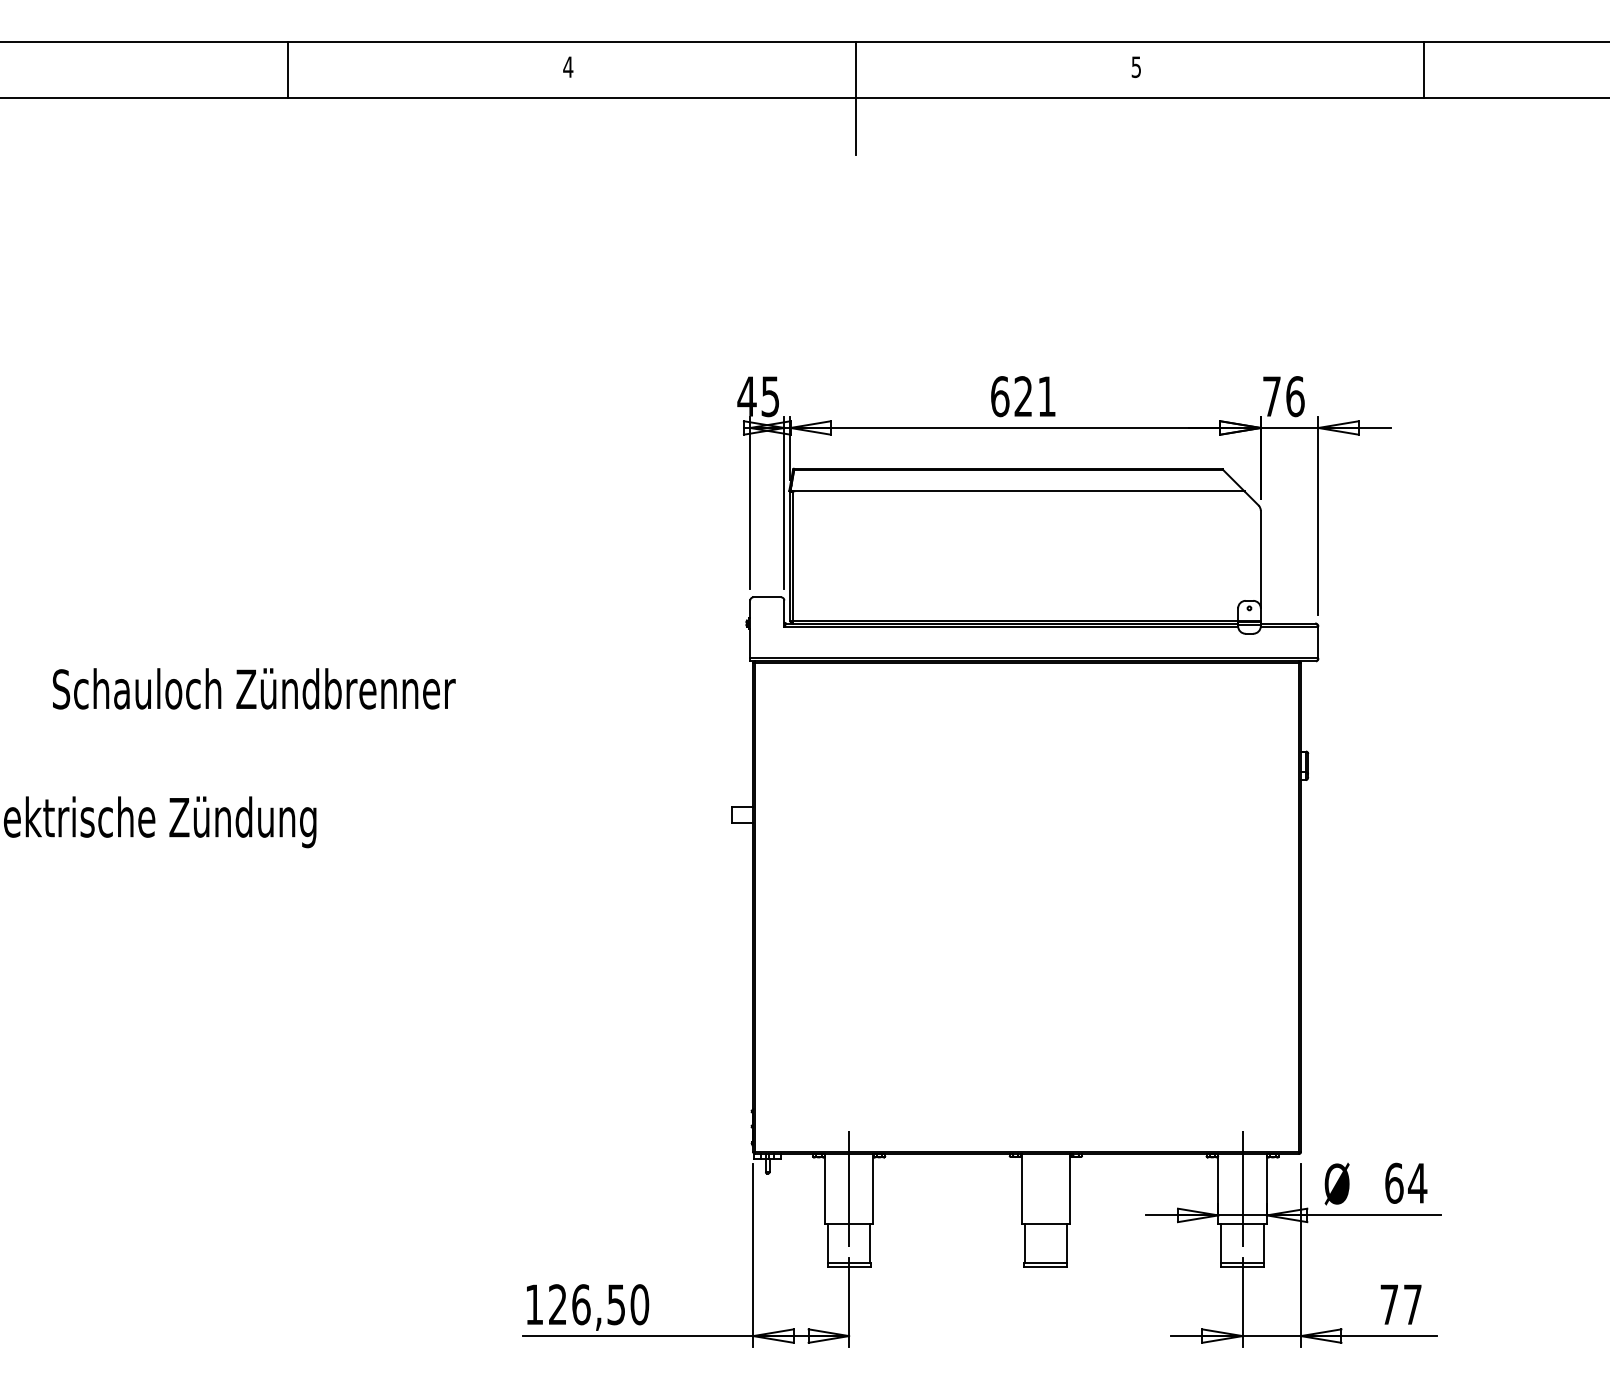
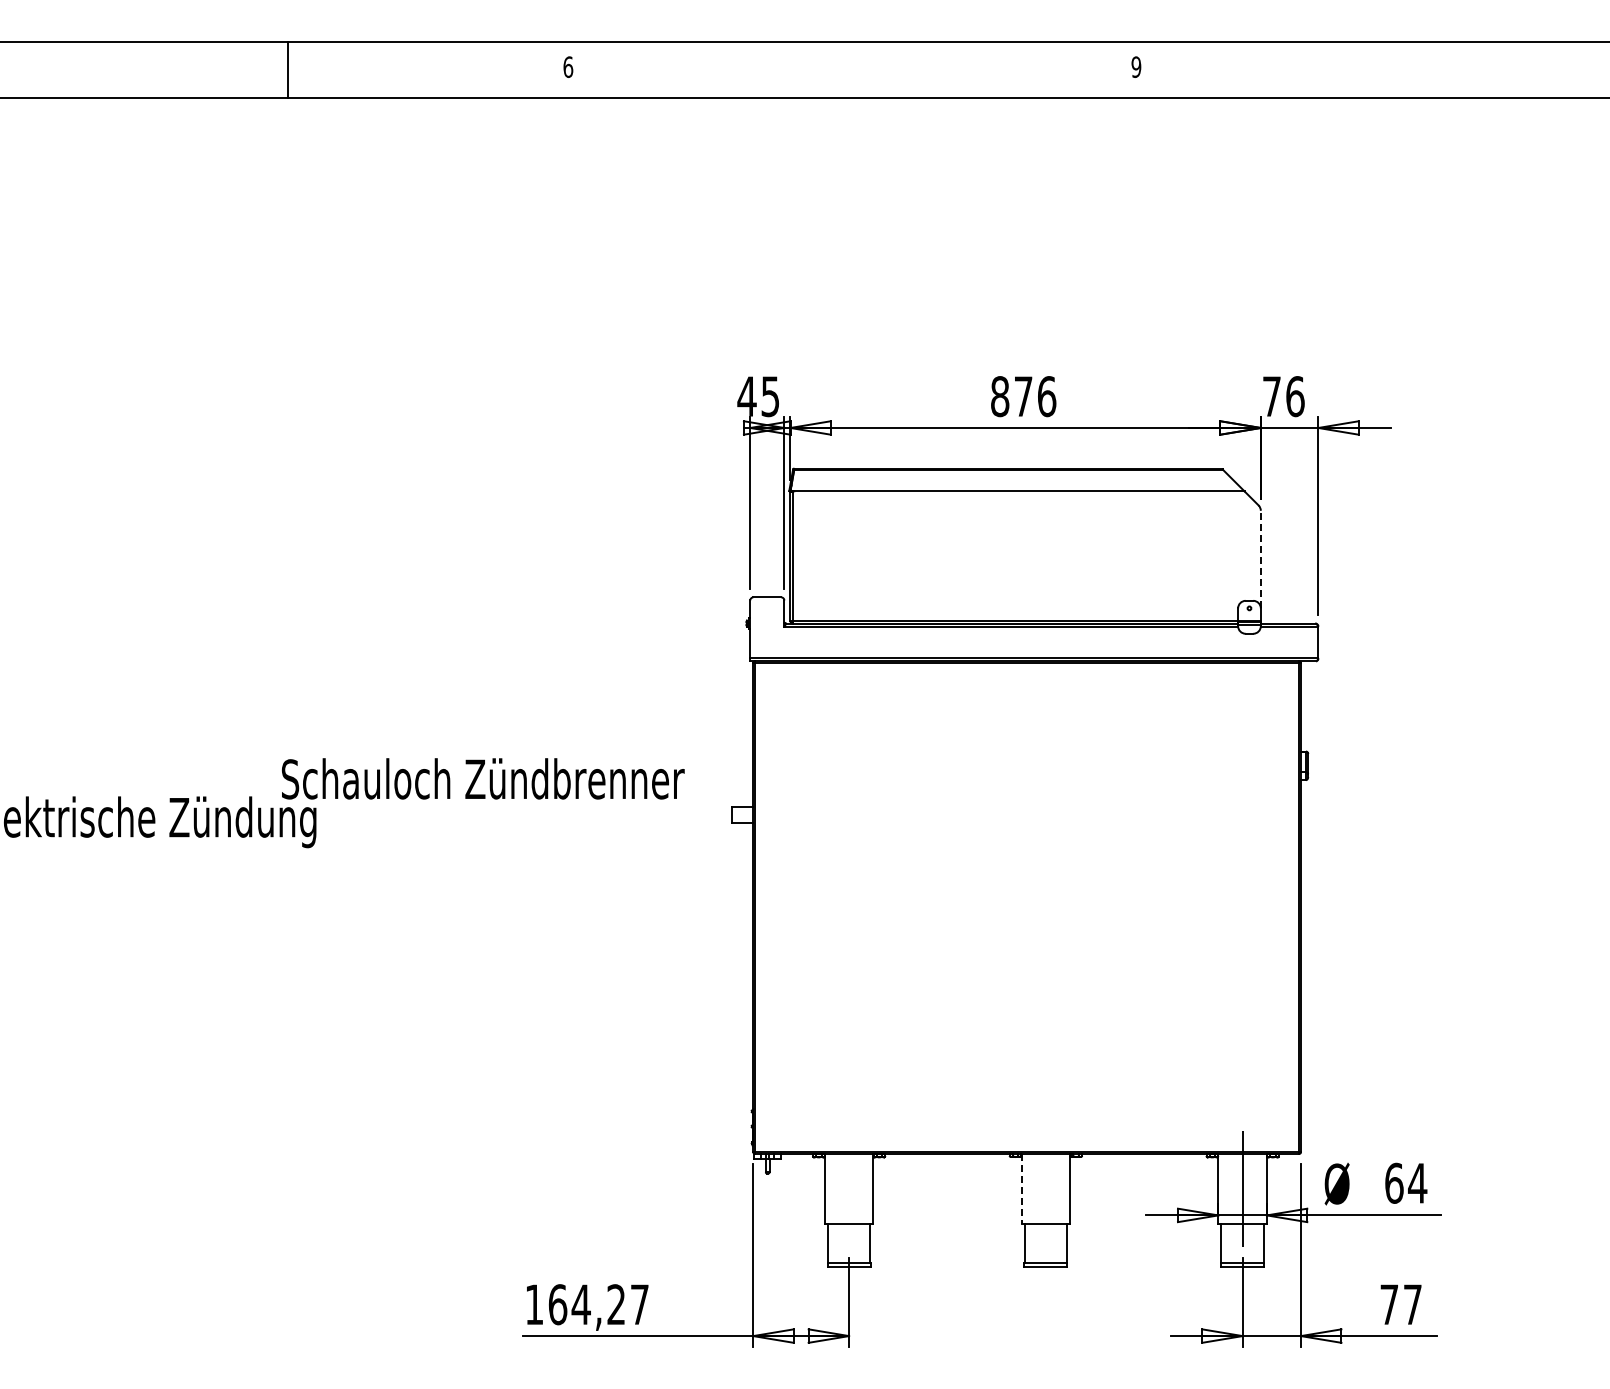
text at (568, 66): 4 -> 6
text at (1136, 66): 5 -> 9
line at (1423, 69): present -> none
line at (855, 98): present -> none
text at (1023, 396): 621 -> 876
line at (1260, 559): solid -> dashed
text at (254, 688) position: (254, 688) -> (483, 778)
line at (849, 1188): present -> none
line at (1021, 1188): solid -> dashed
text at (598, 1304): 126,50 -> 164,27
